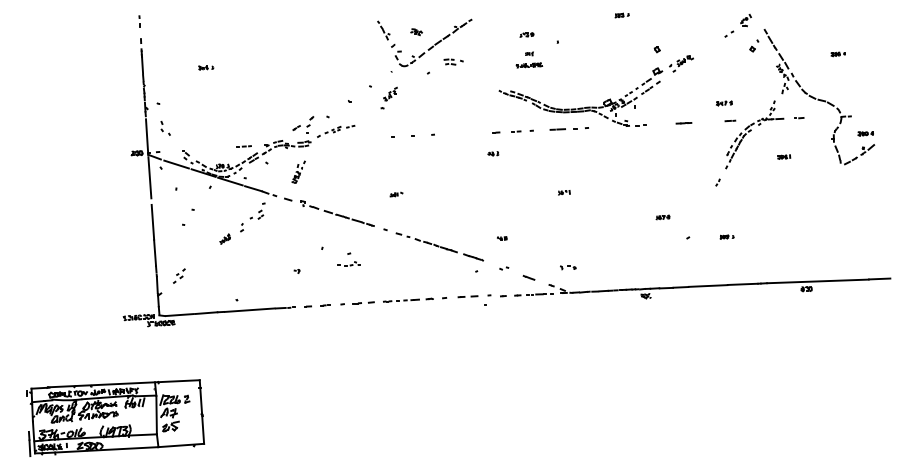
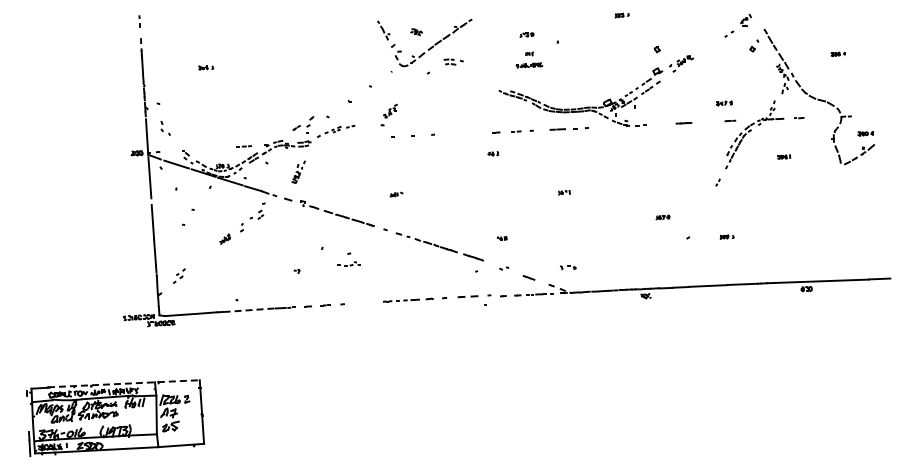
part at (388, 97) position: (388, 97) -> (388, 114)
part at (363, 302): present -> none
line at (249, 310): solid -> dashed
line at (123, 383): solid -> dashed
